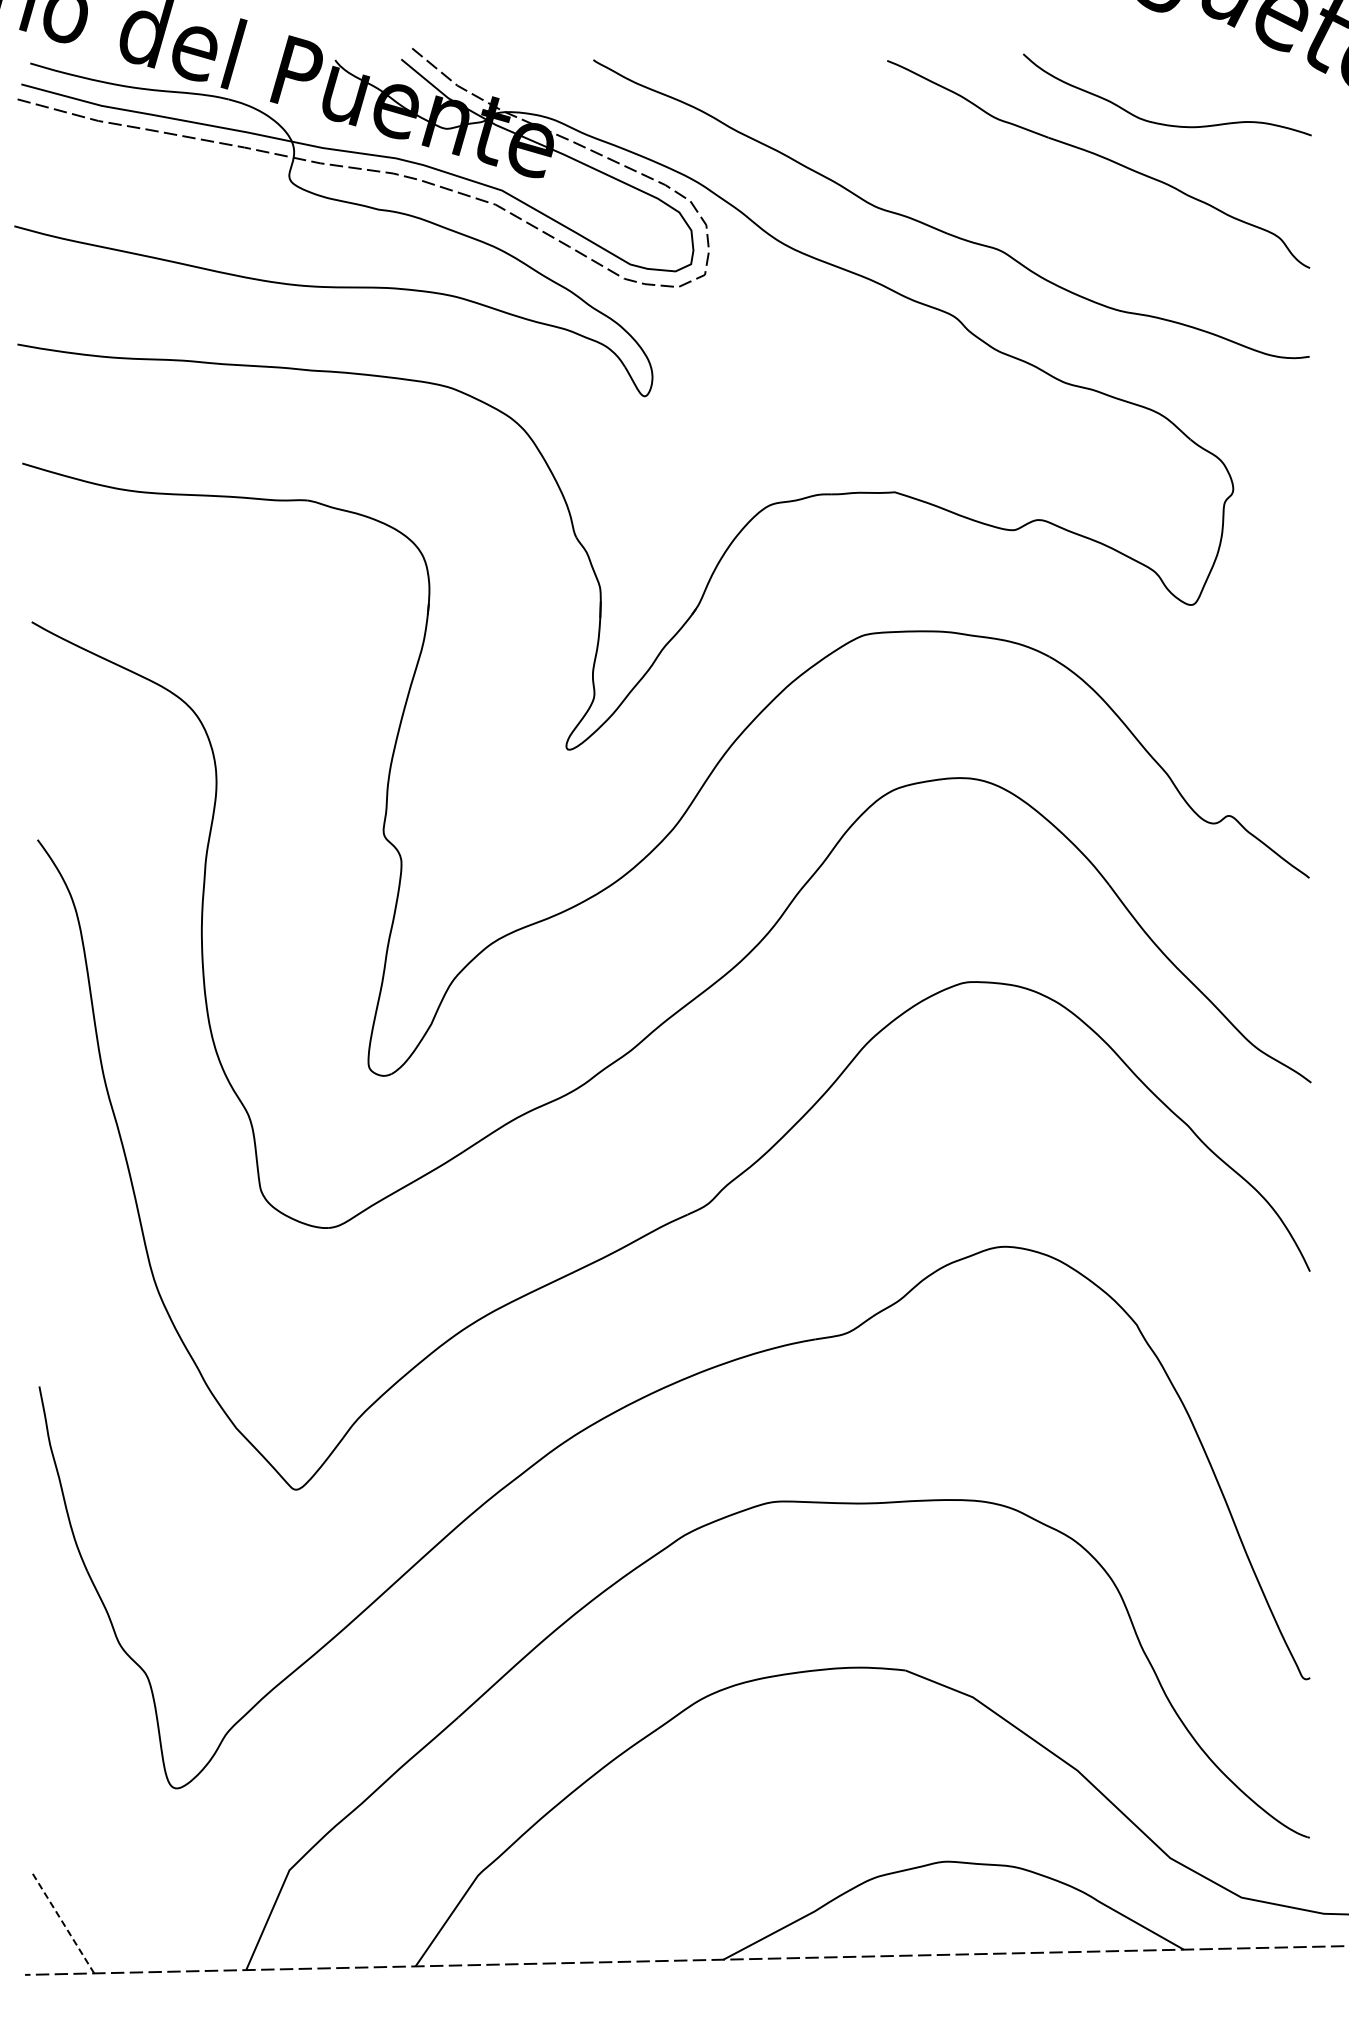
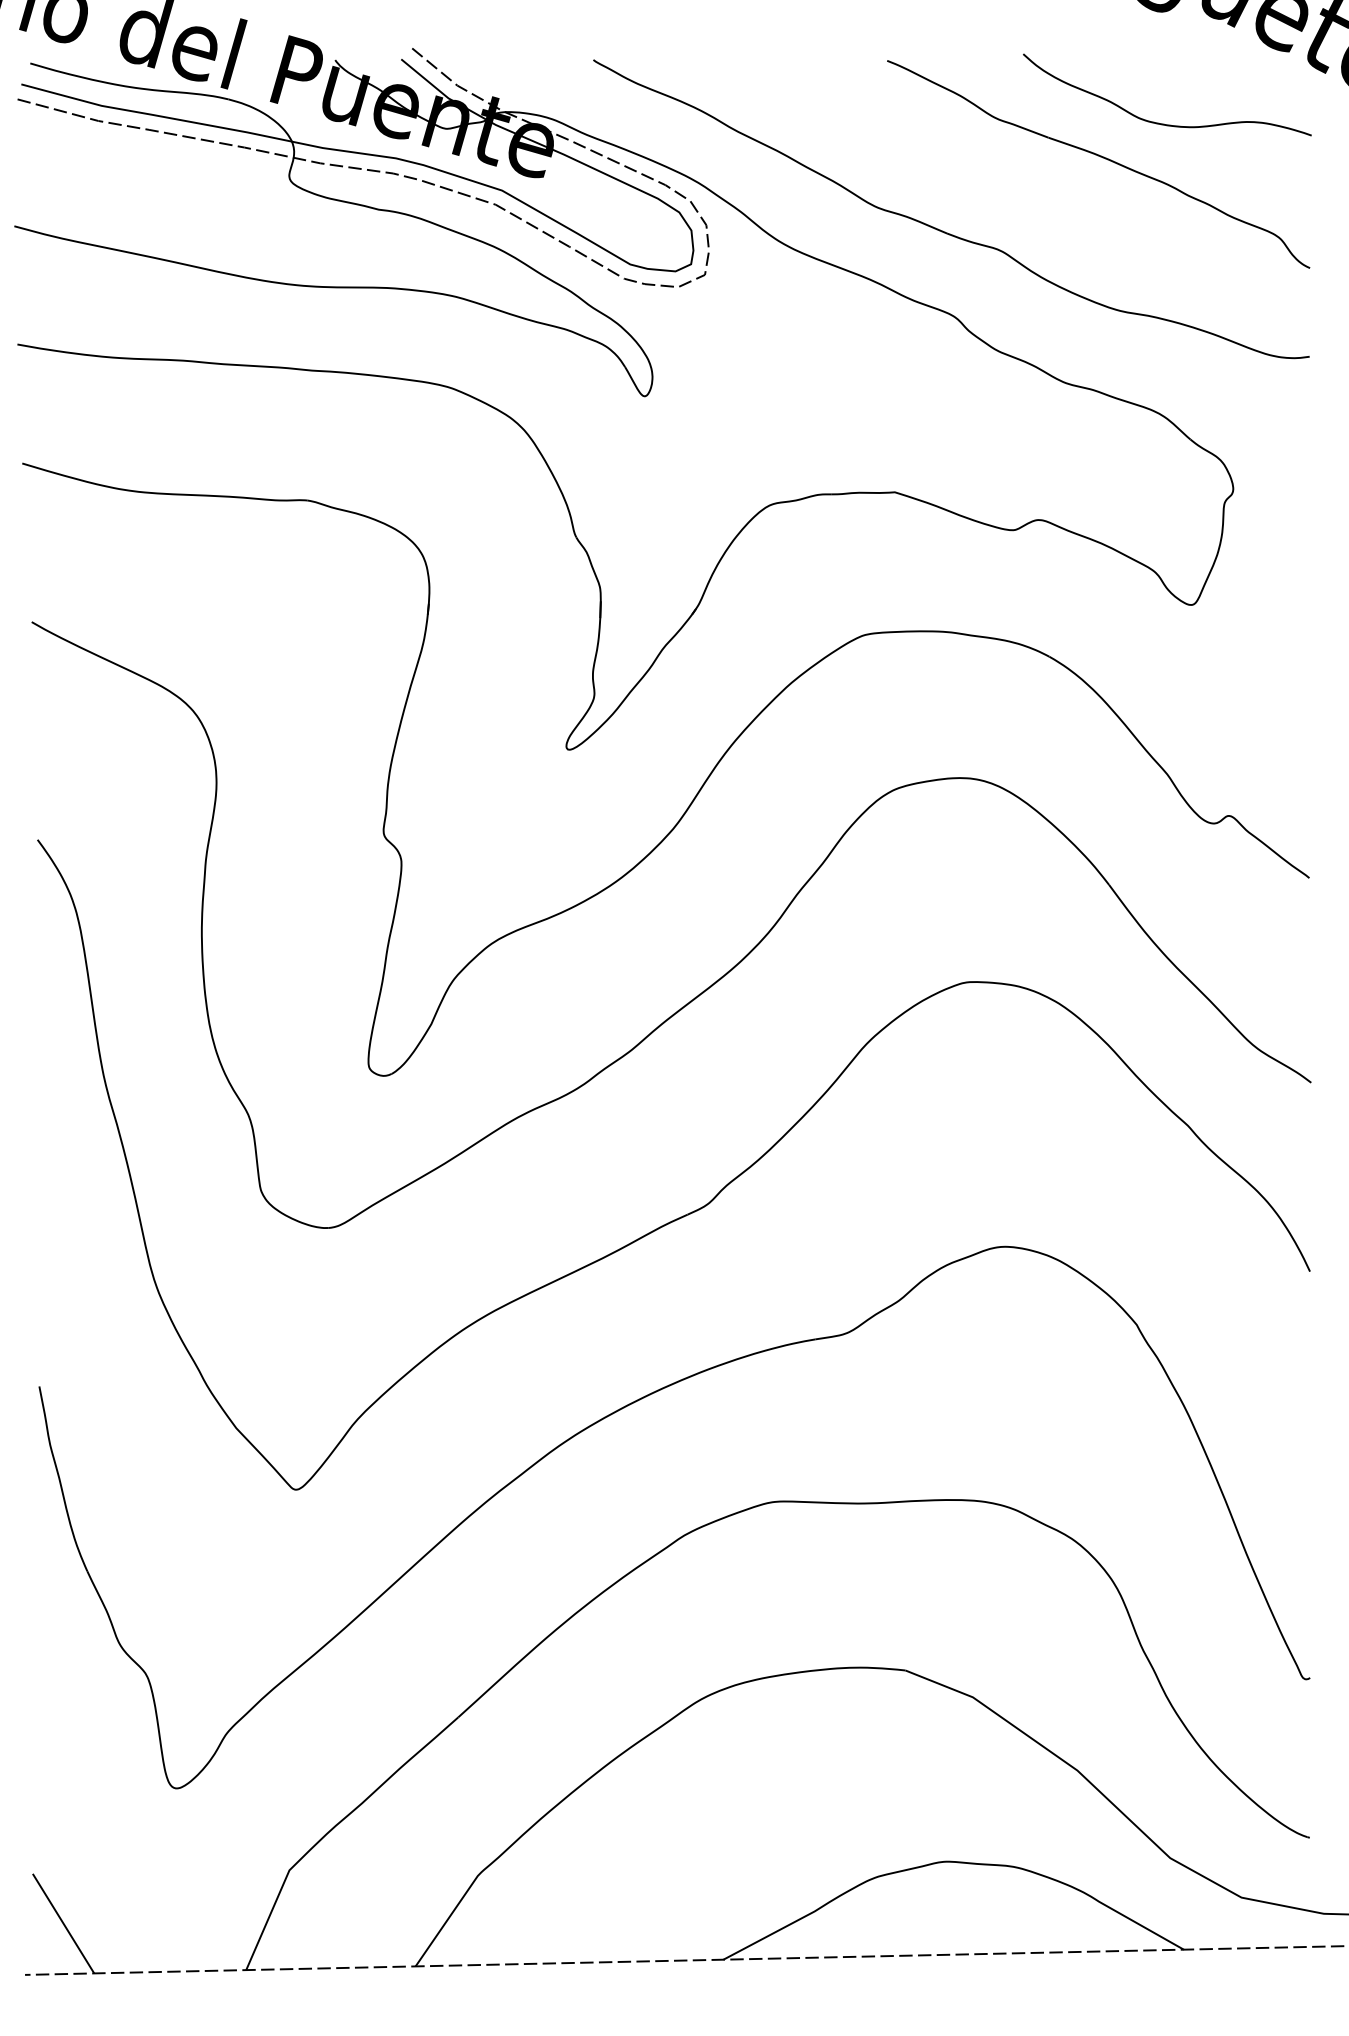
line at (63, 1923): dashed -> solid
